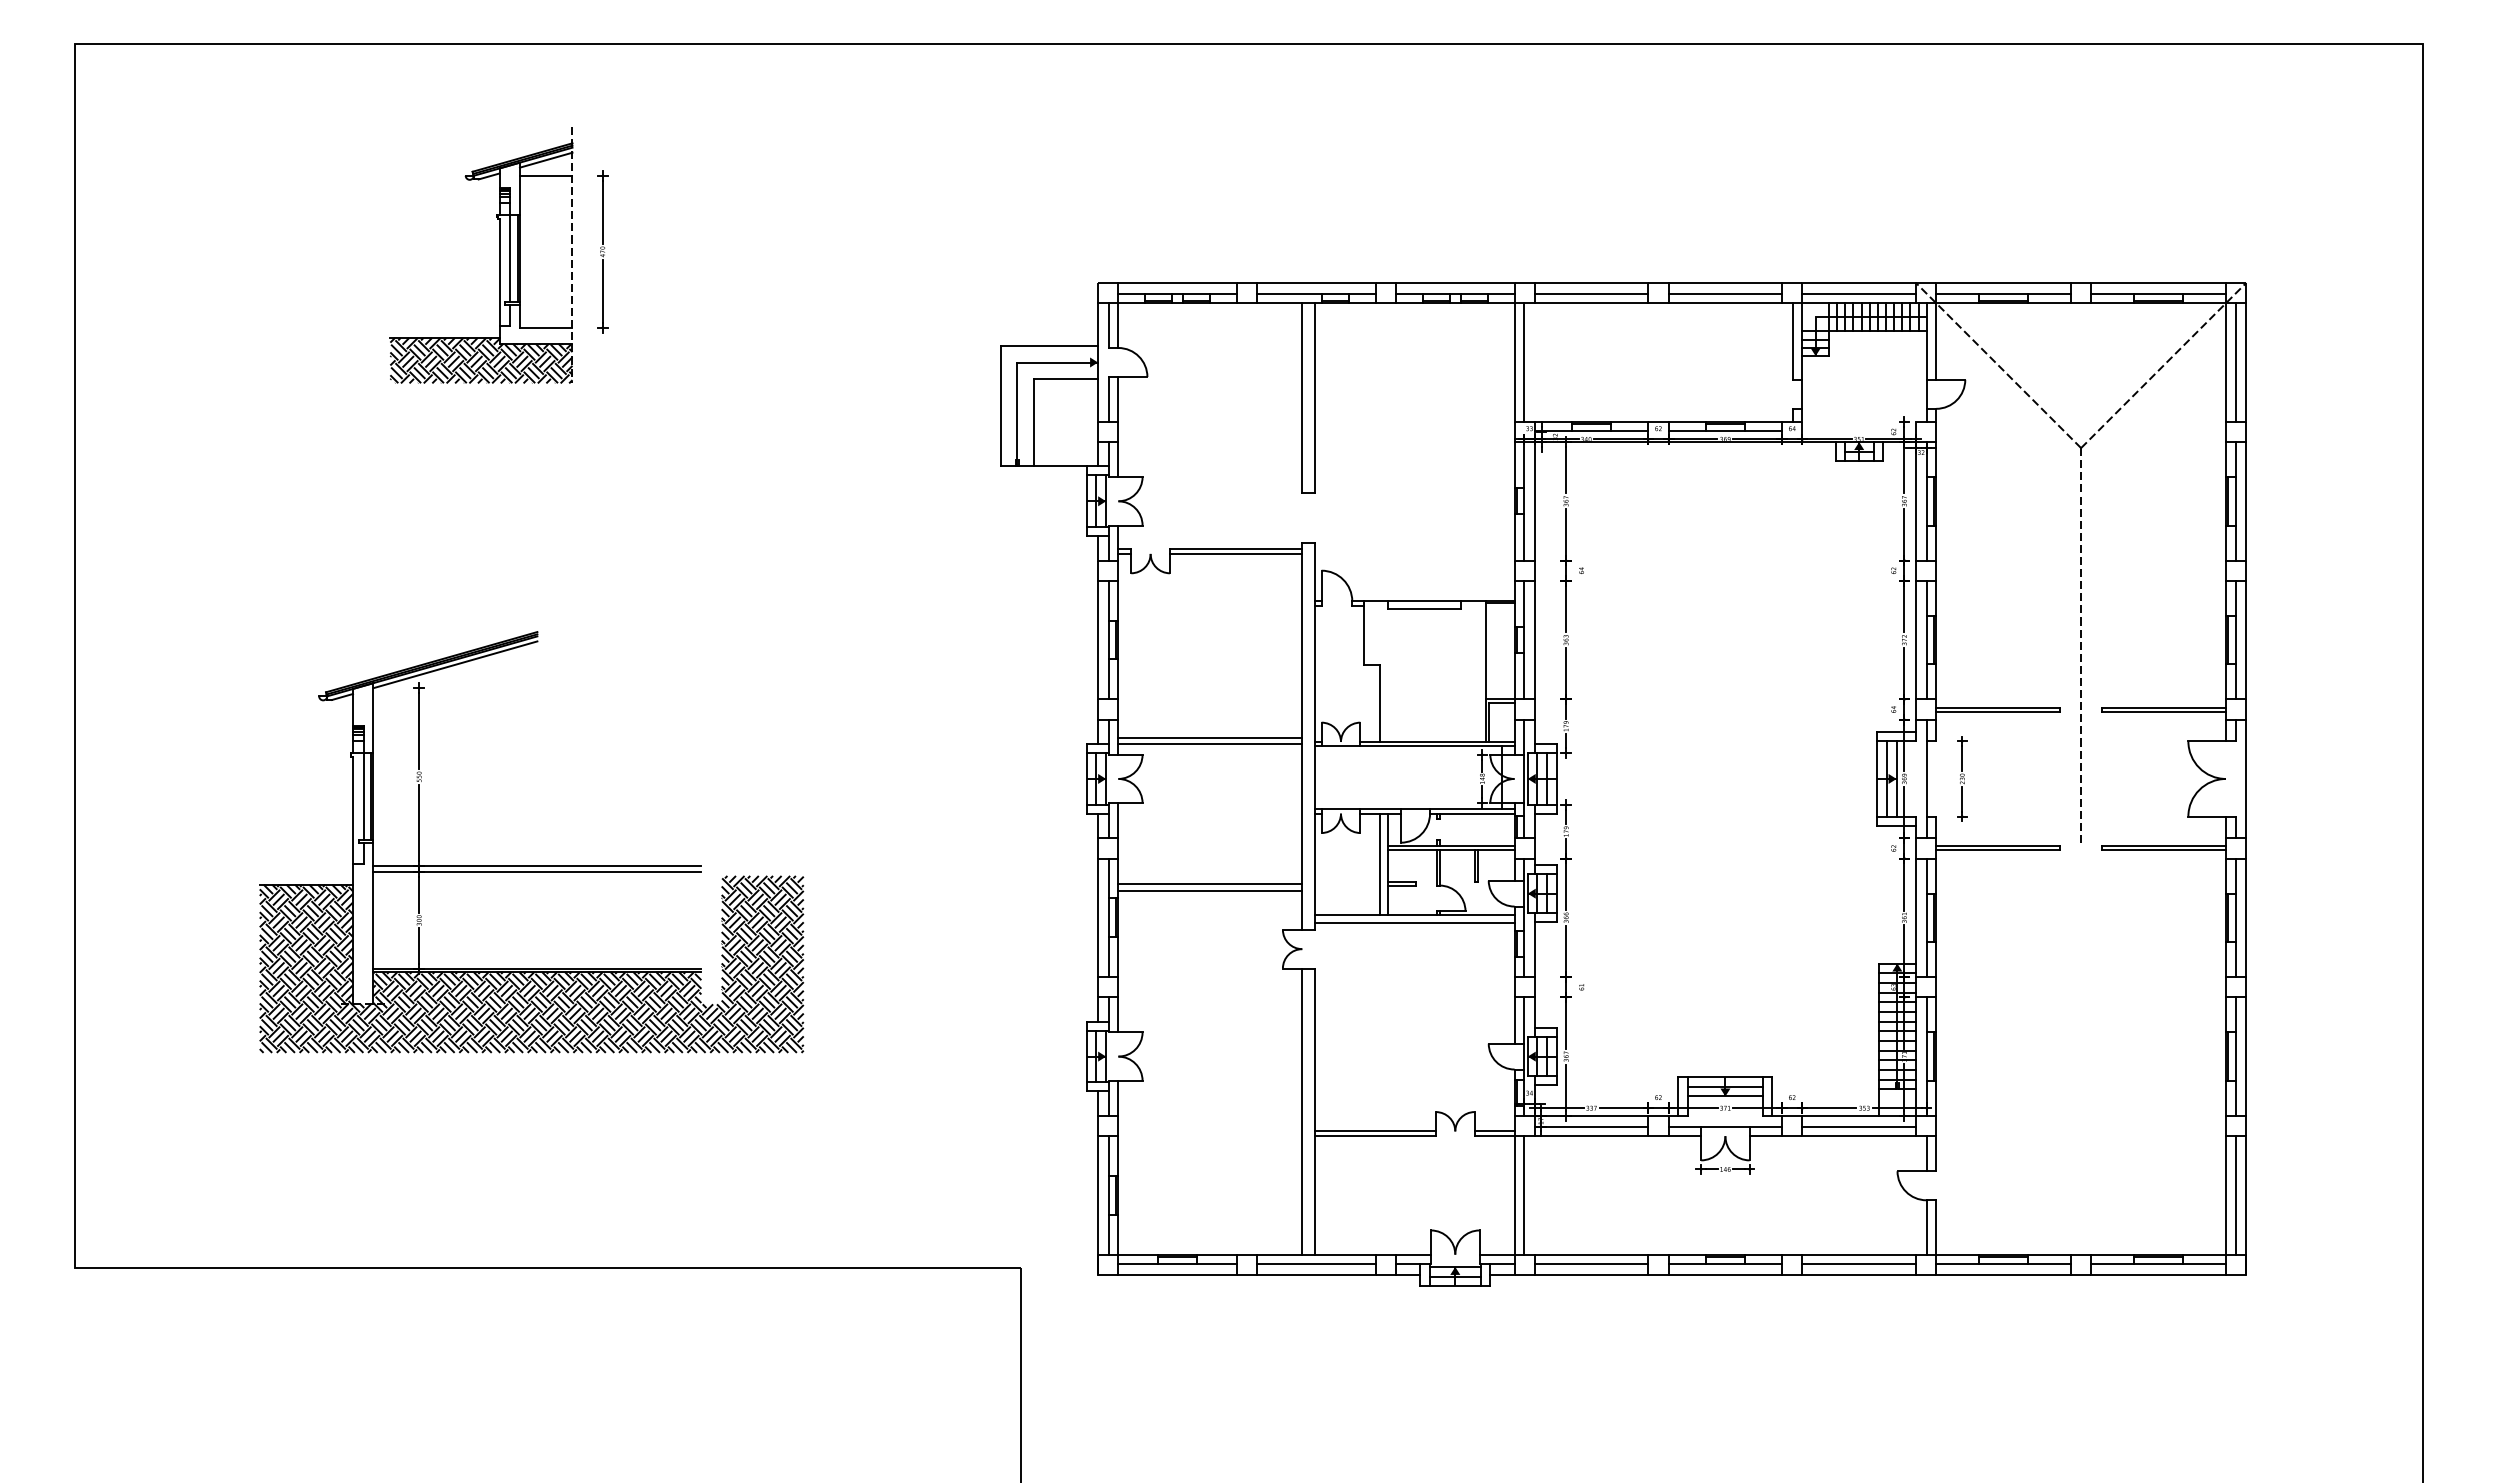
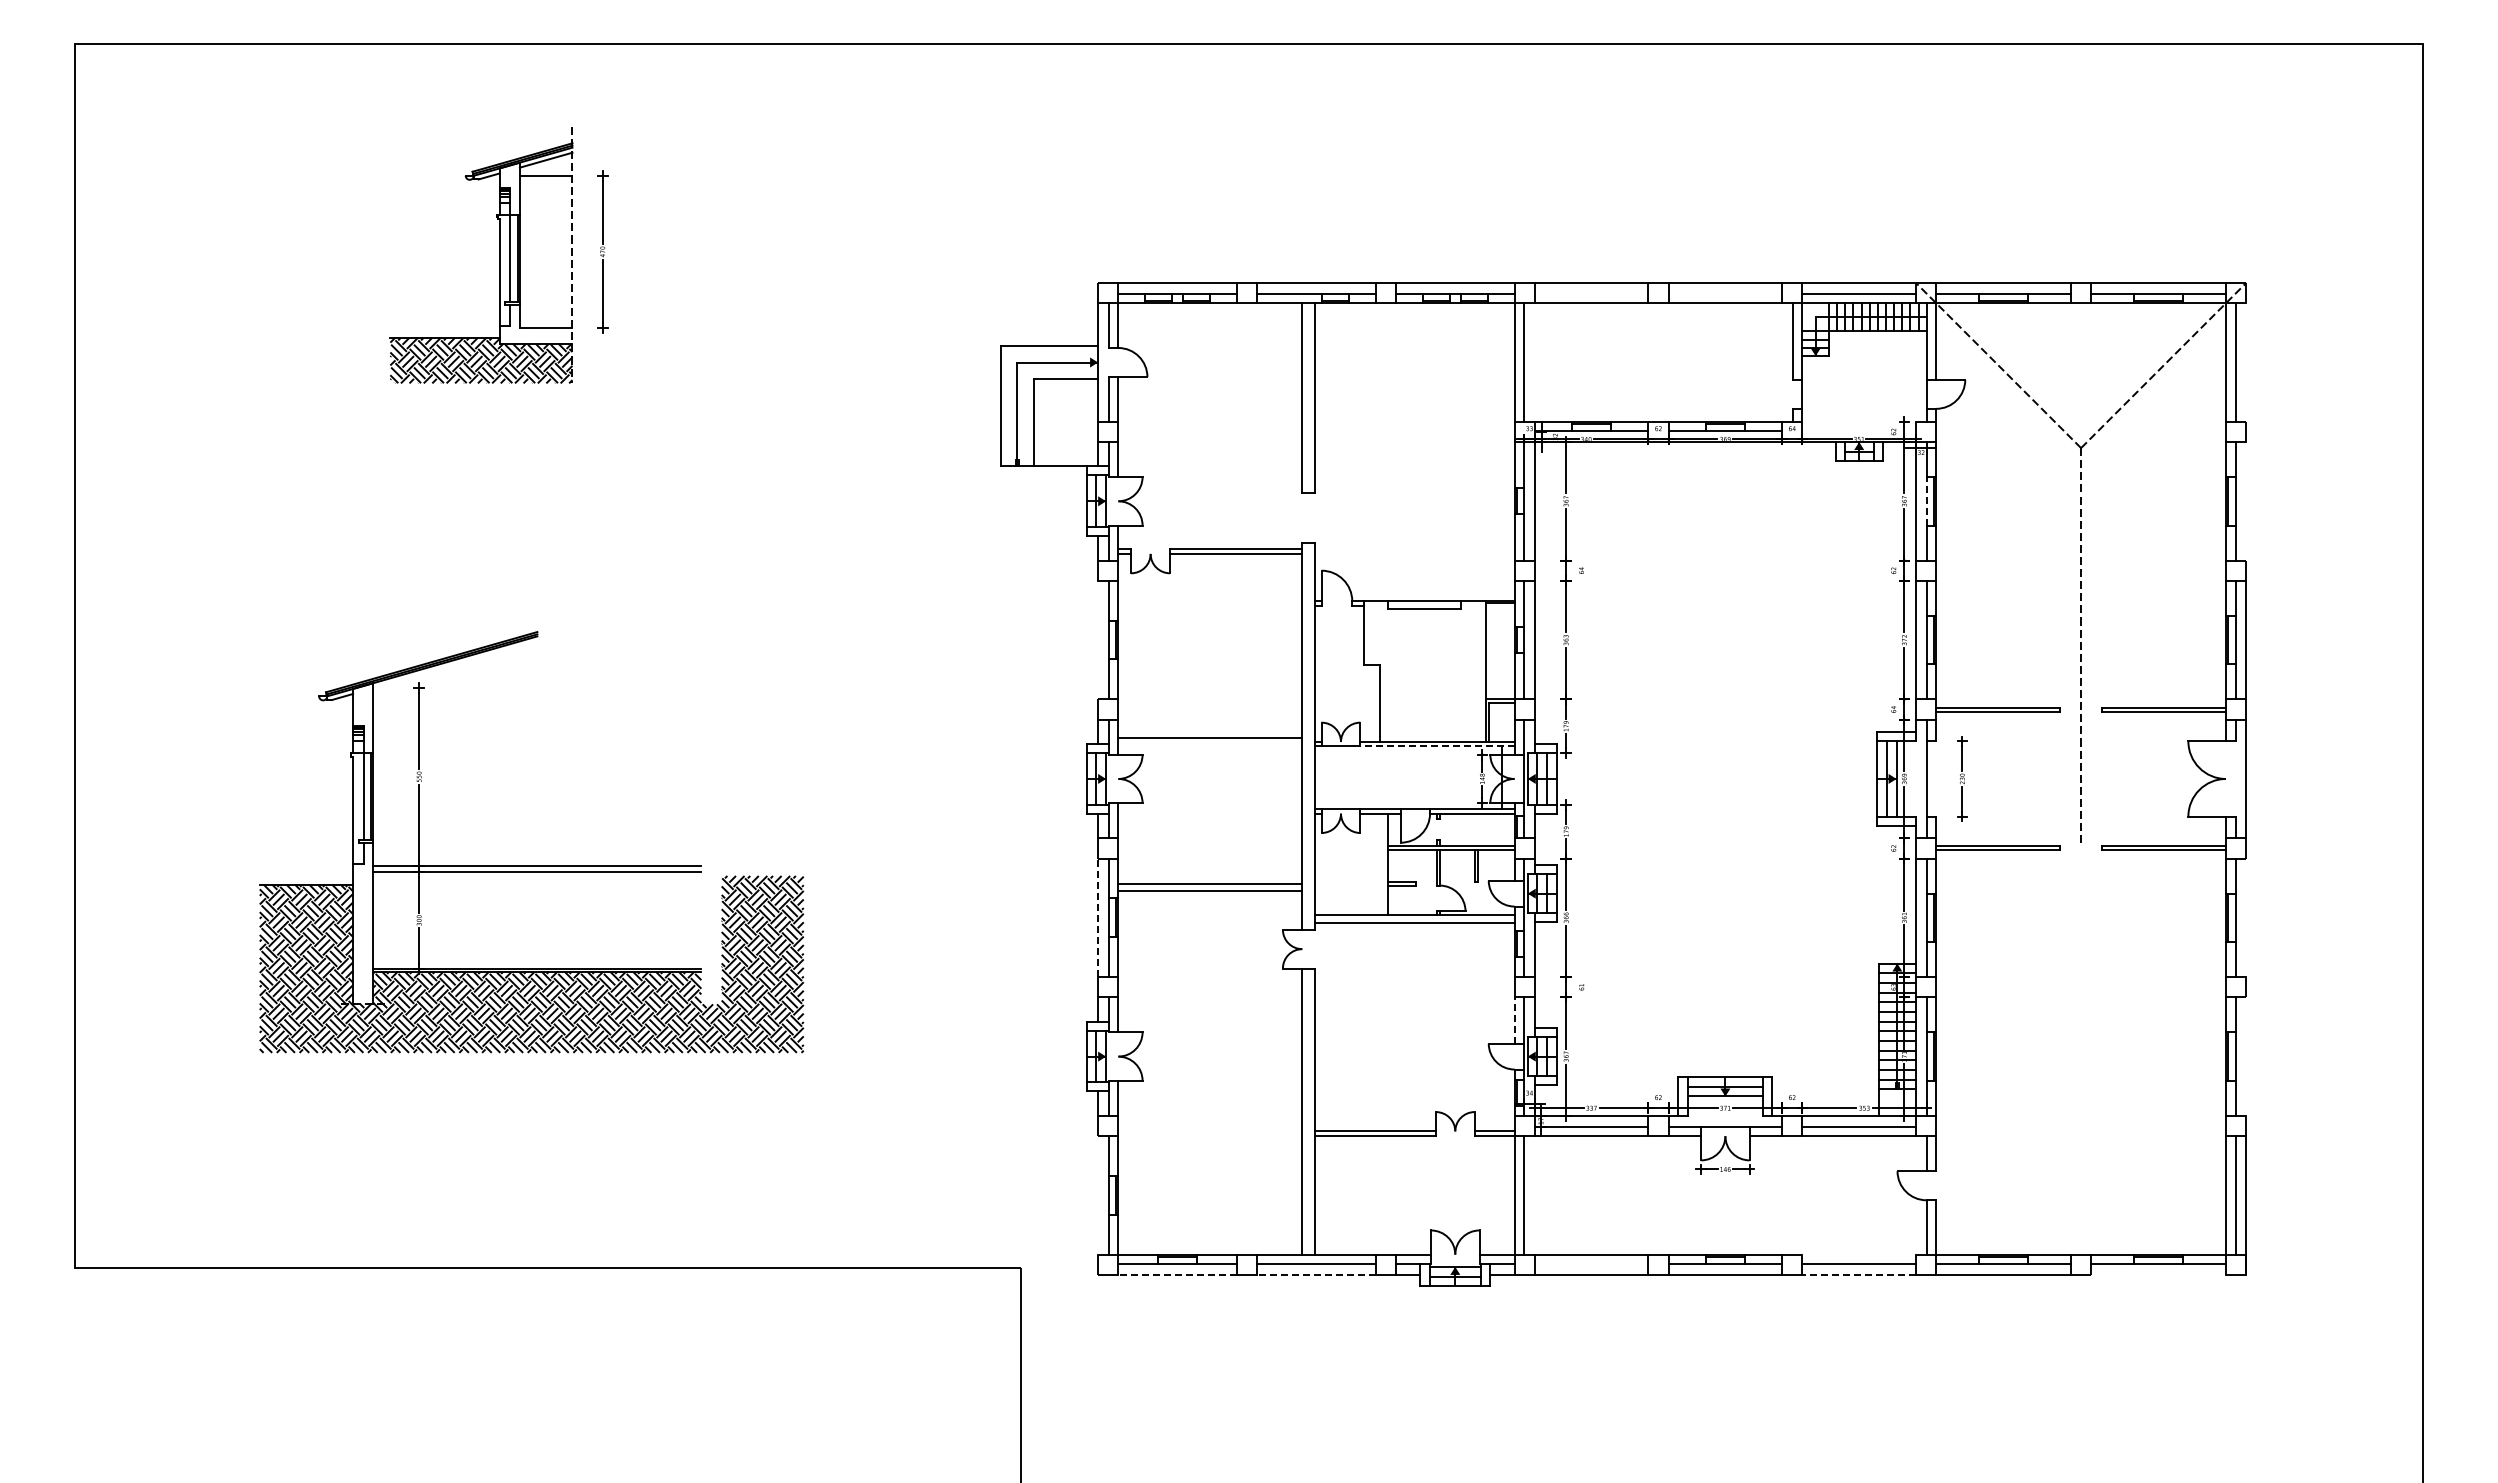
line at (1591, 293): present -> none
line at (1725, 293): present -> none
line at (2246, 362): present -> none
line at (1926, 500): solid -> dashed
line at (2246, 501): present -> none
line at (1098, 639): present -> none
line at (455, 664): present -> none
line at (1210, 744): present -> none
line at (1436, 746): solid -> dashed
line at (1380, 863): present -> none
line at (1098, 917): solid -> dashed
line at (2246, 917): present -> none
line at (1514, 1020): solid -> dashed
line at (2246, 1056): present -> none
line at (1098, 1205): present -> none
line at (1858, 1254): present -> none
line at (1591, 1264): present -> none
line at (1177, 1275): solid -> dashed
line at (1315, 1275): solid -> dashed
line at (1859, 1275): solid -> dashed
line at (2158, 1275): present -> none
